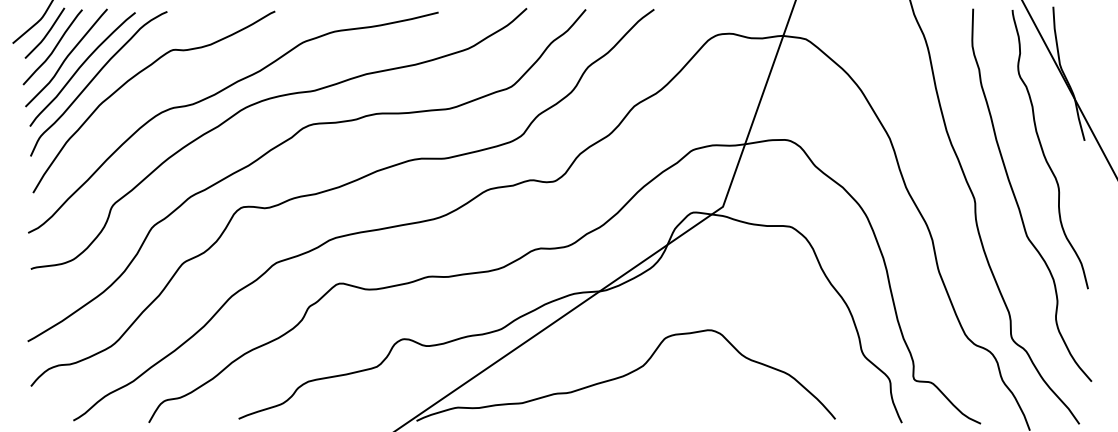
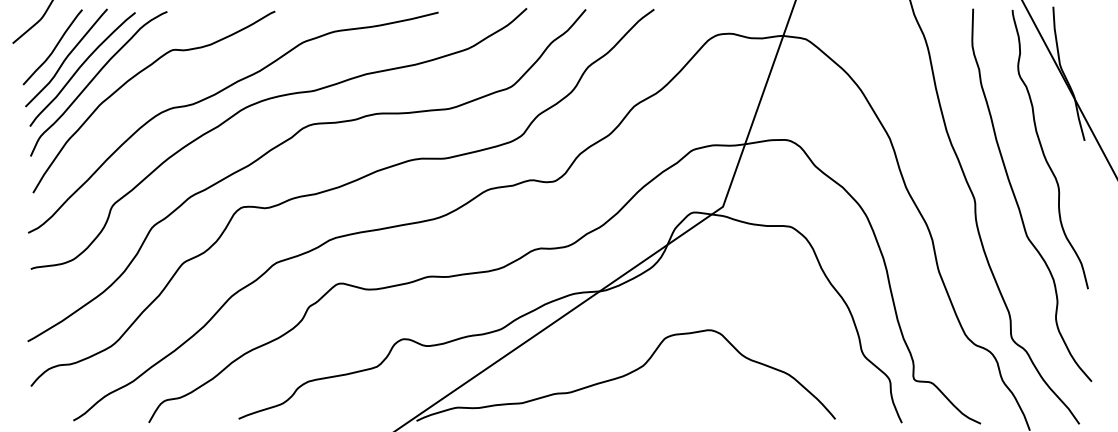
line at (46, 33): present -> none
